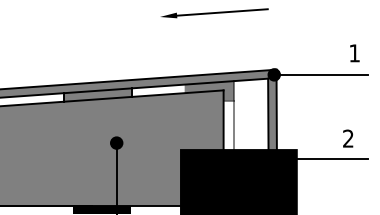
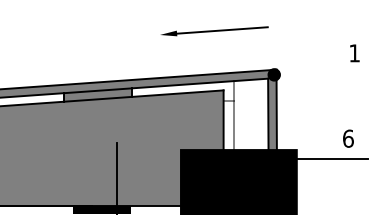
part at (214, 13) position: (214, 13) -> (214, 31)
line at (321, 74): present -> none
fill at (209, 90): present -> none
text at (348, 138): 2 -> 6
fill at (116, 142): present -> none
